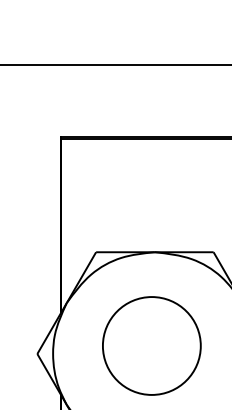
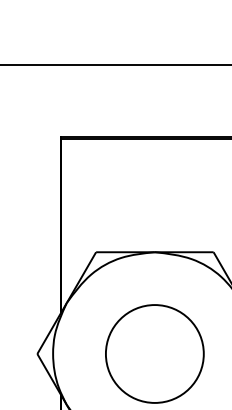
circle at (151, 345) position: (151, 345) -> (154, 353)
